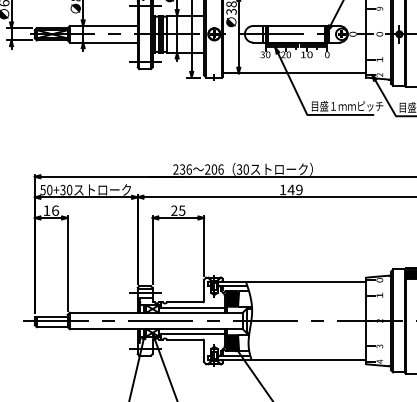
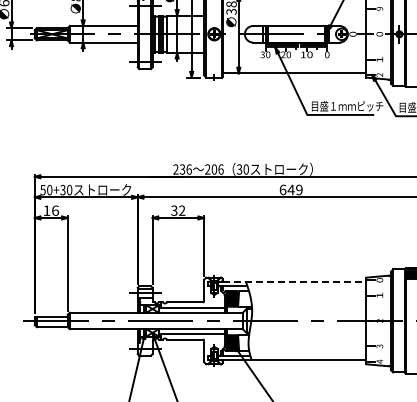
text at (282, 189): 149 -> 649
text at (178, 210): 25 -> 32
line at (294, 281): solid -> dashed
